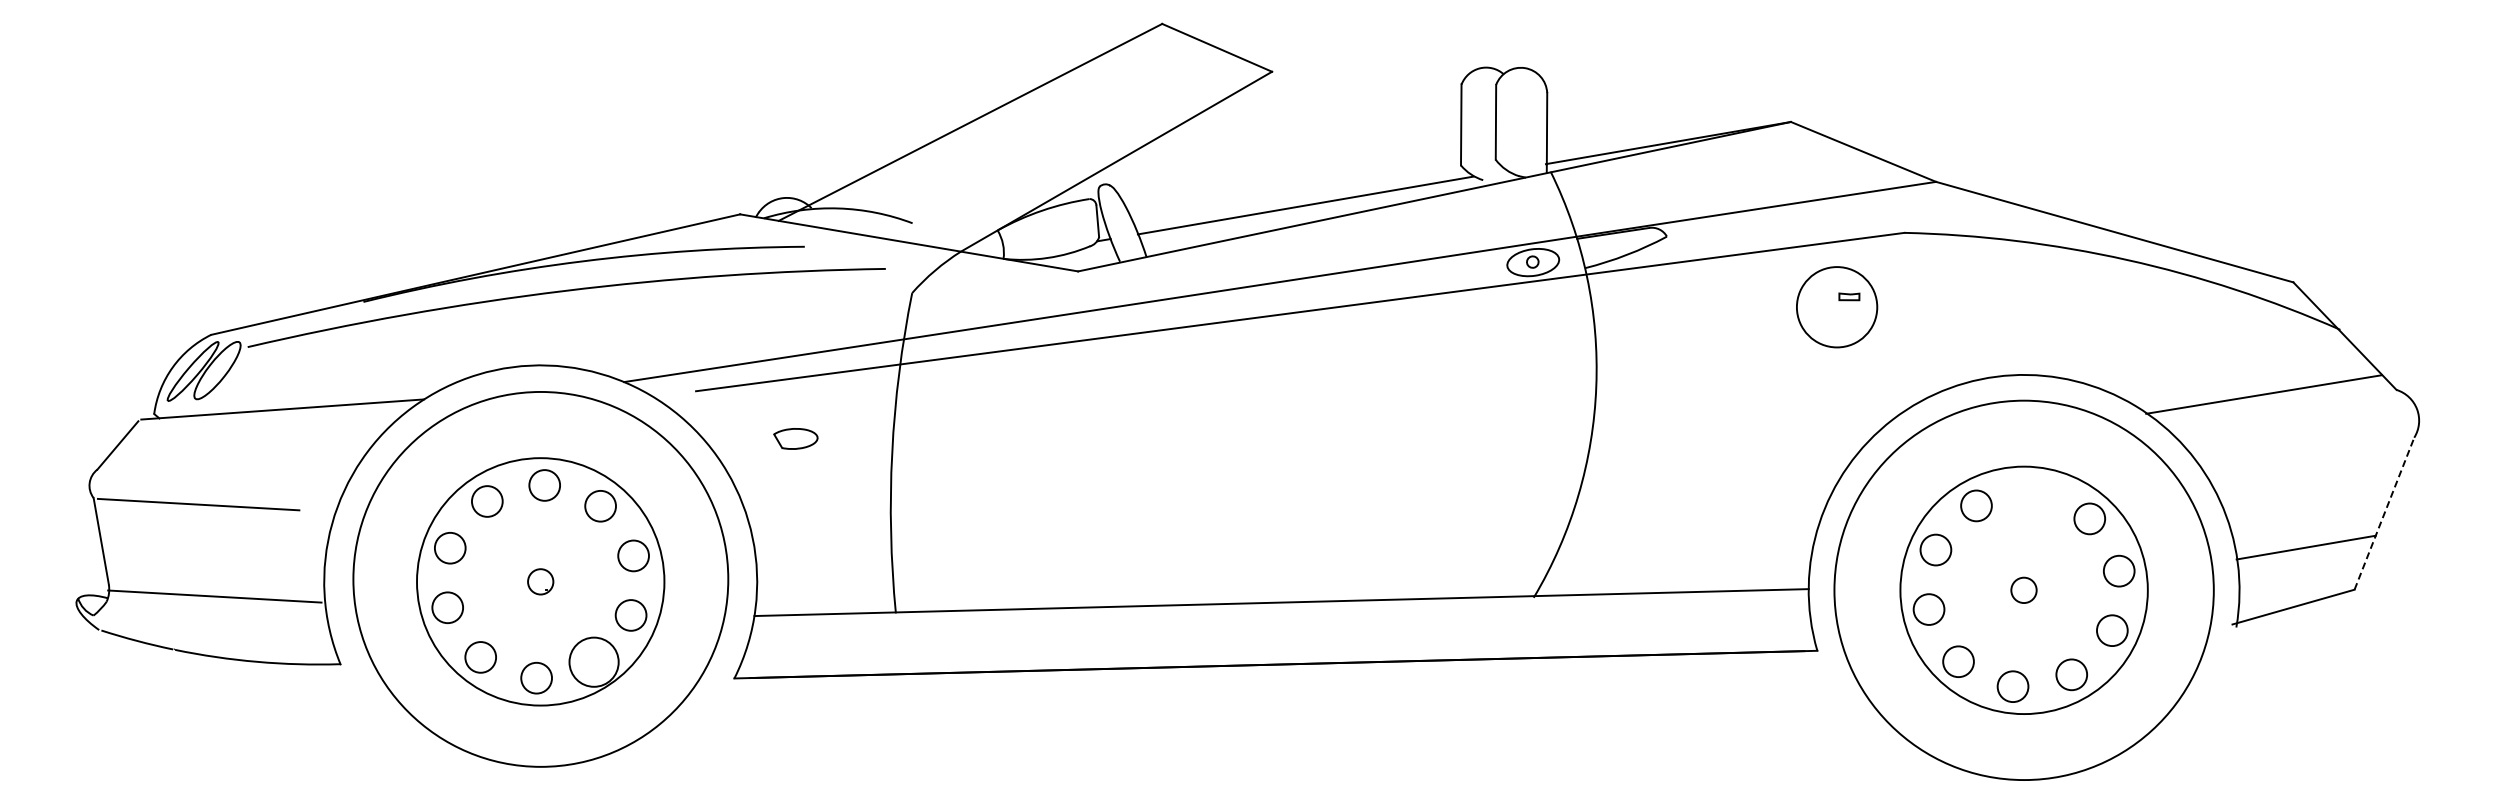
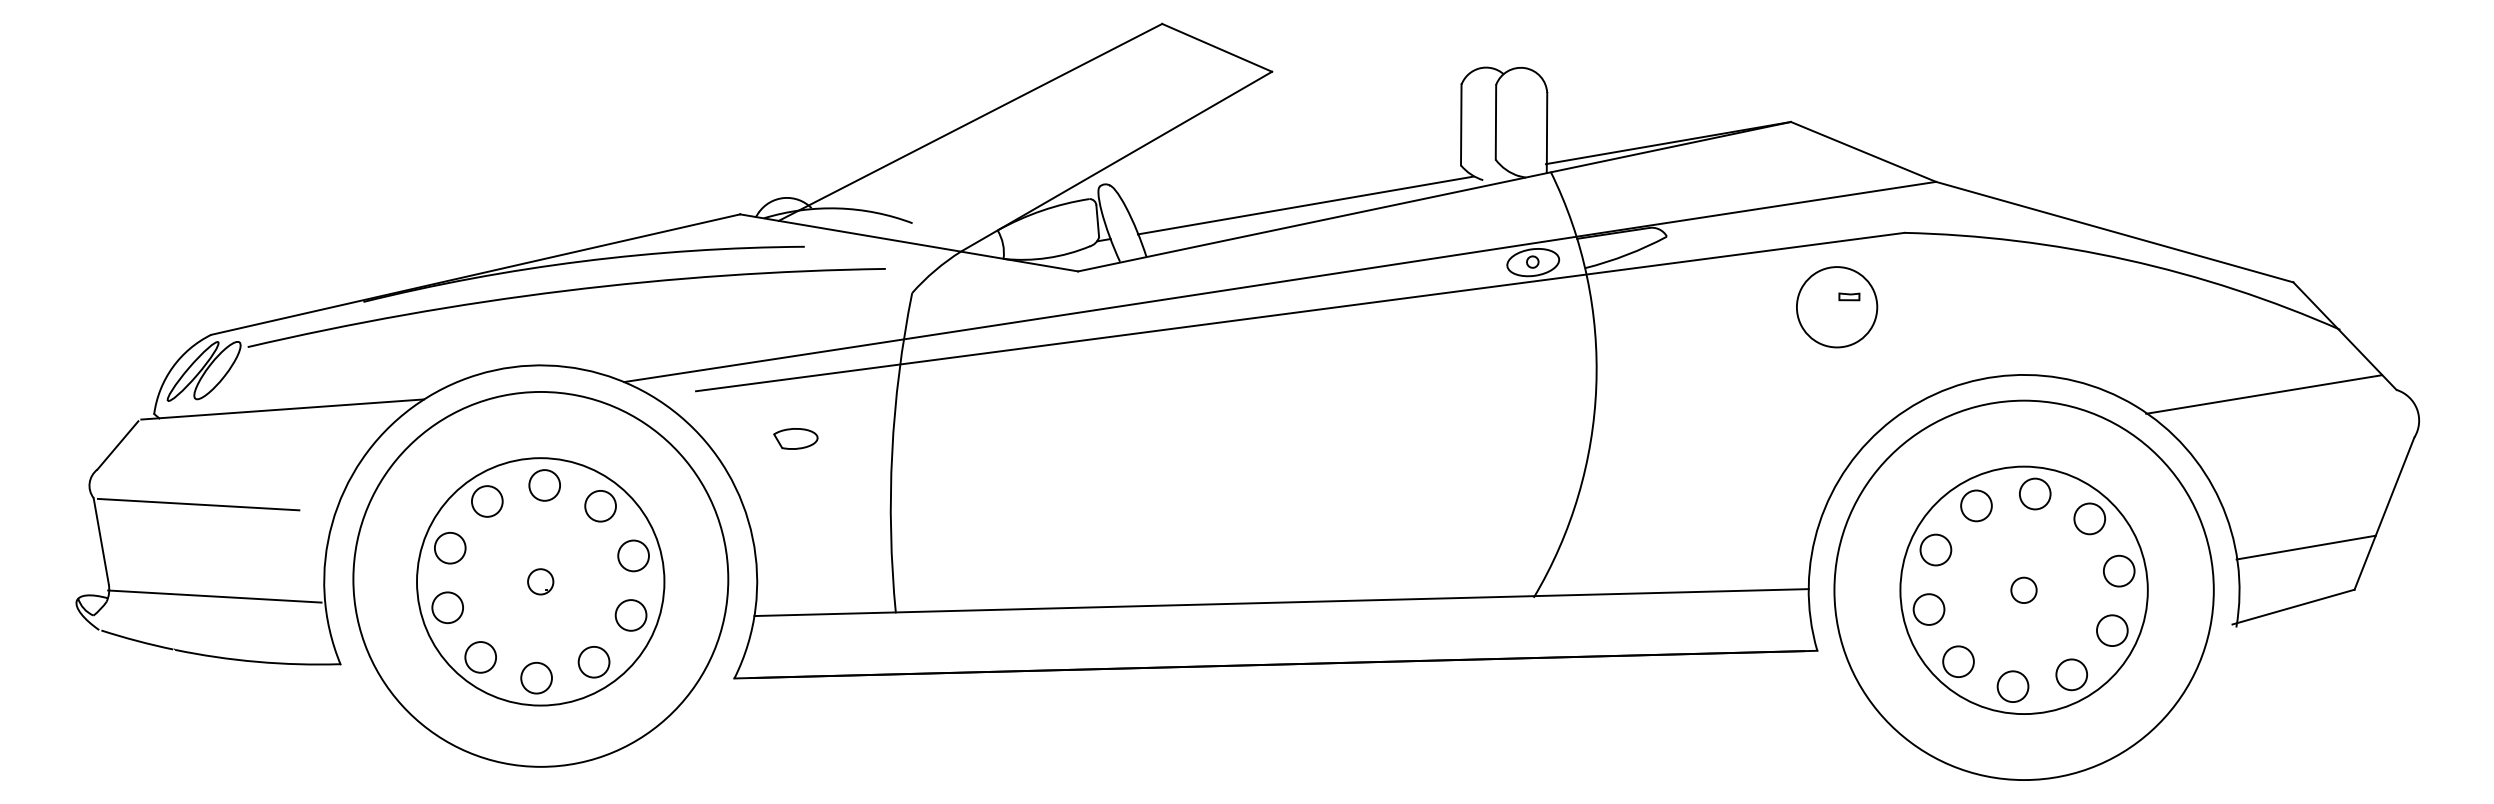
circle at (2035, 493): none -> present
line at (2384, 513): dashed -> solid
circle at (593, 661) diameter: 49 px -> 31 px
